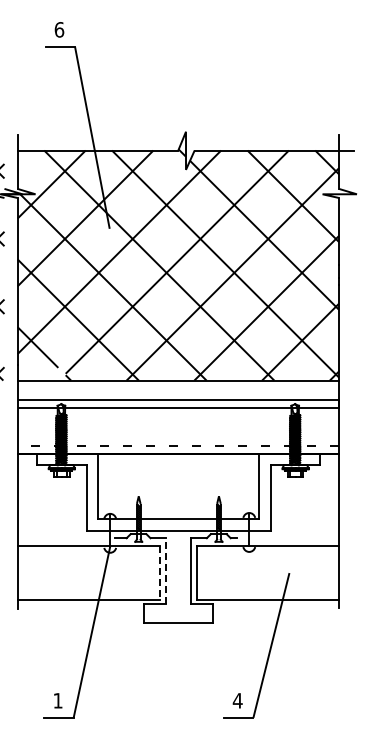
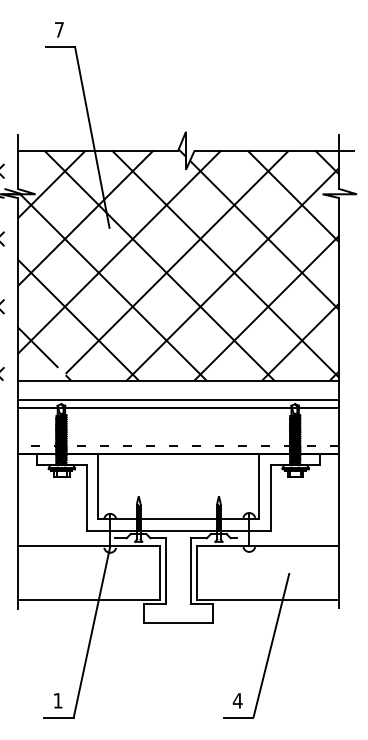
text at (59, 29): 6 -> 7
line at (166, 570): dashed -> solid
line at (160, 573): dashed -> solid
